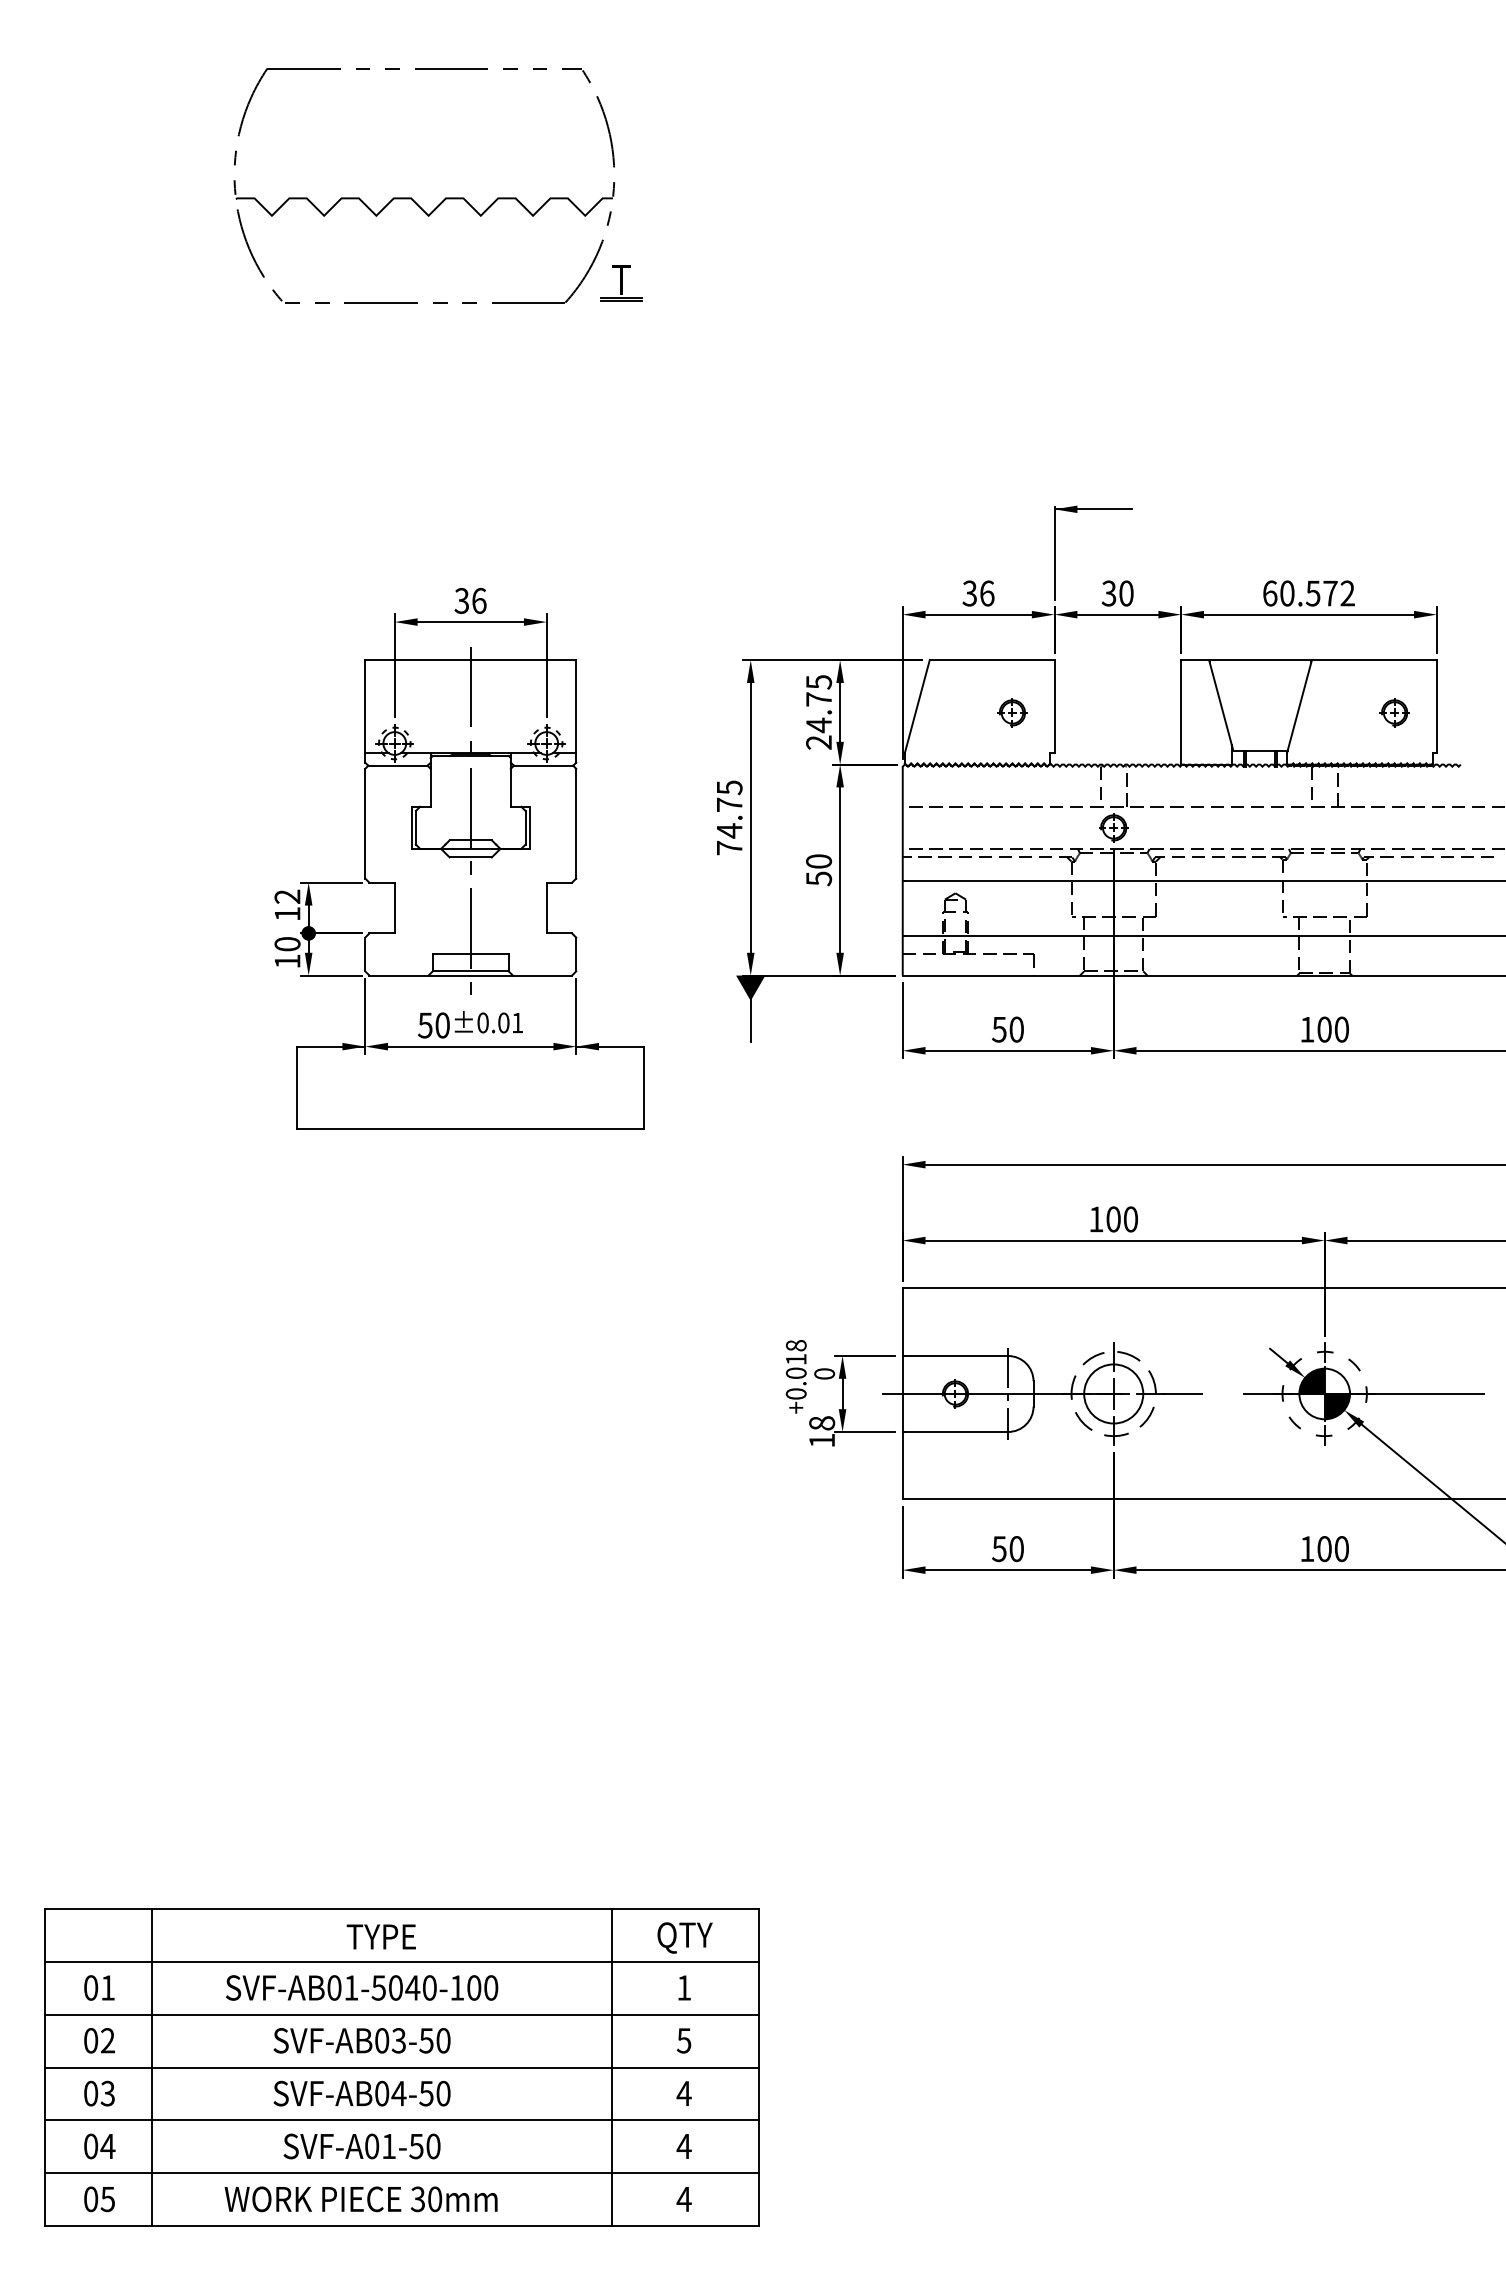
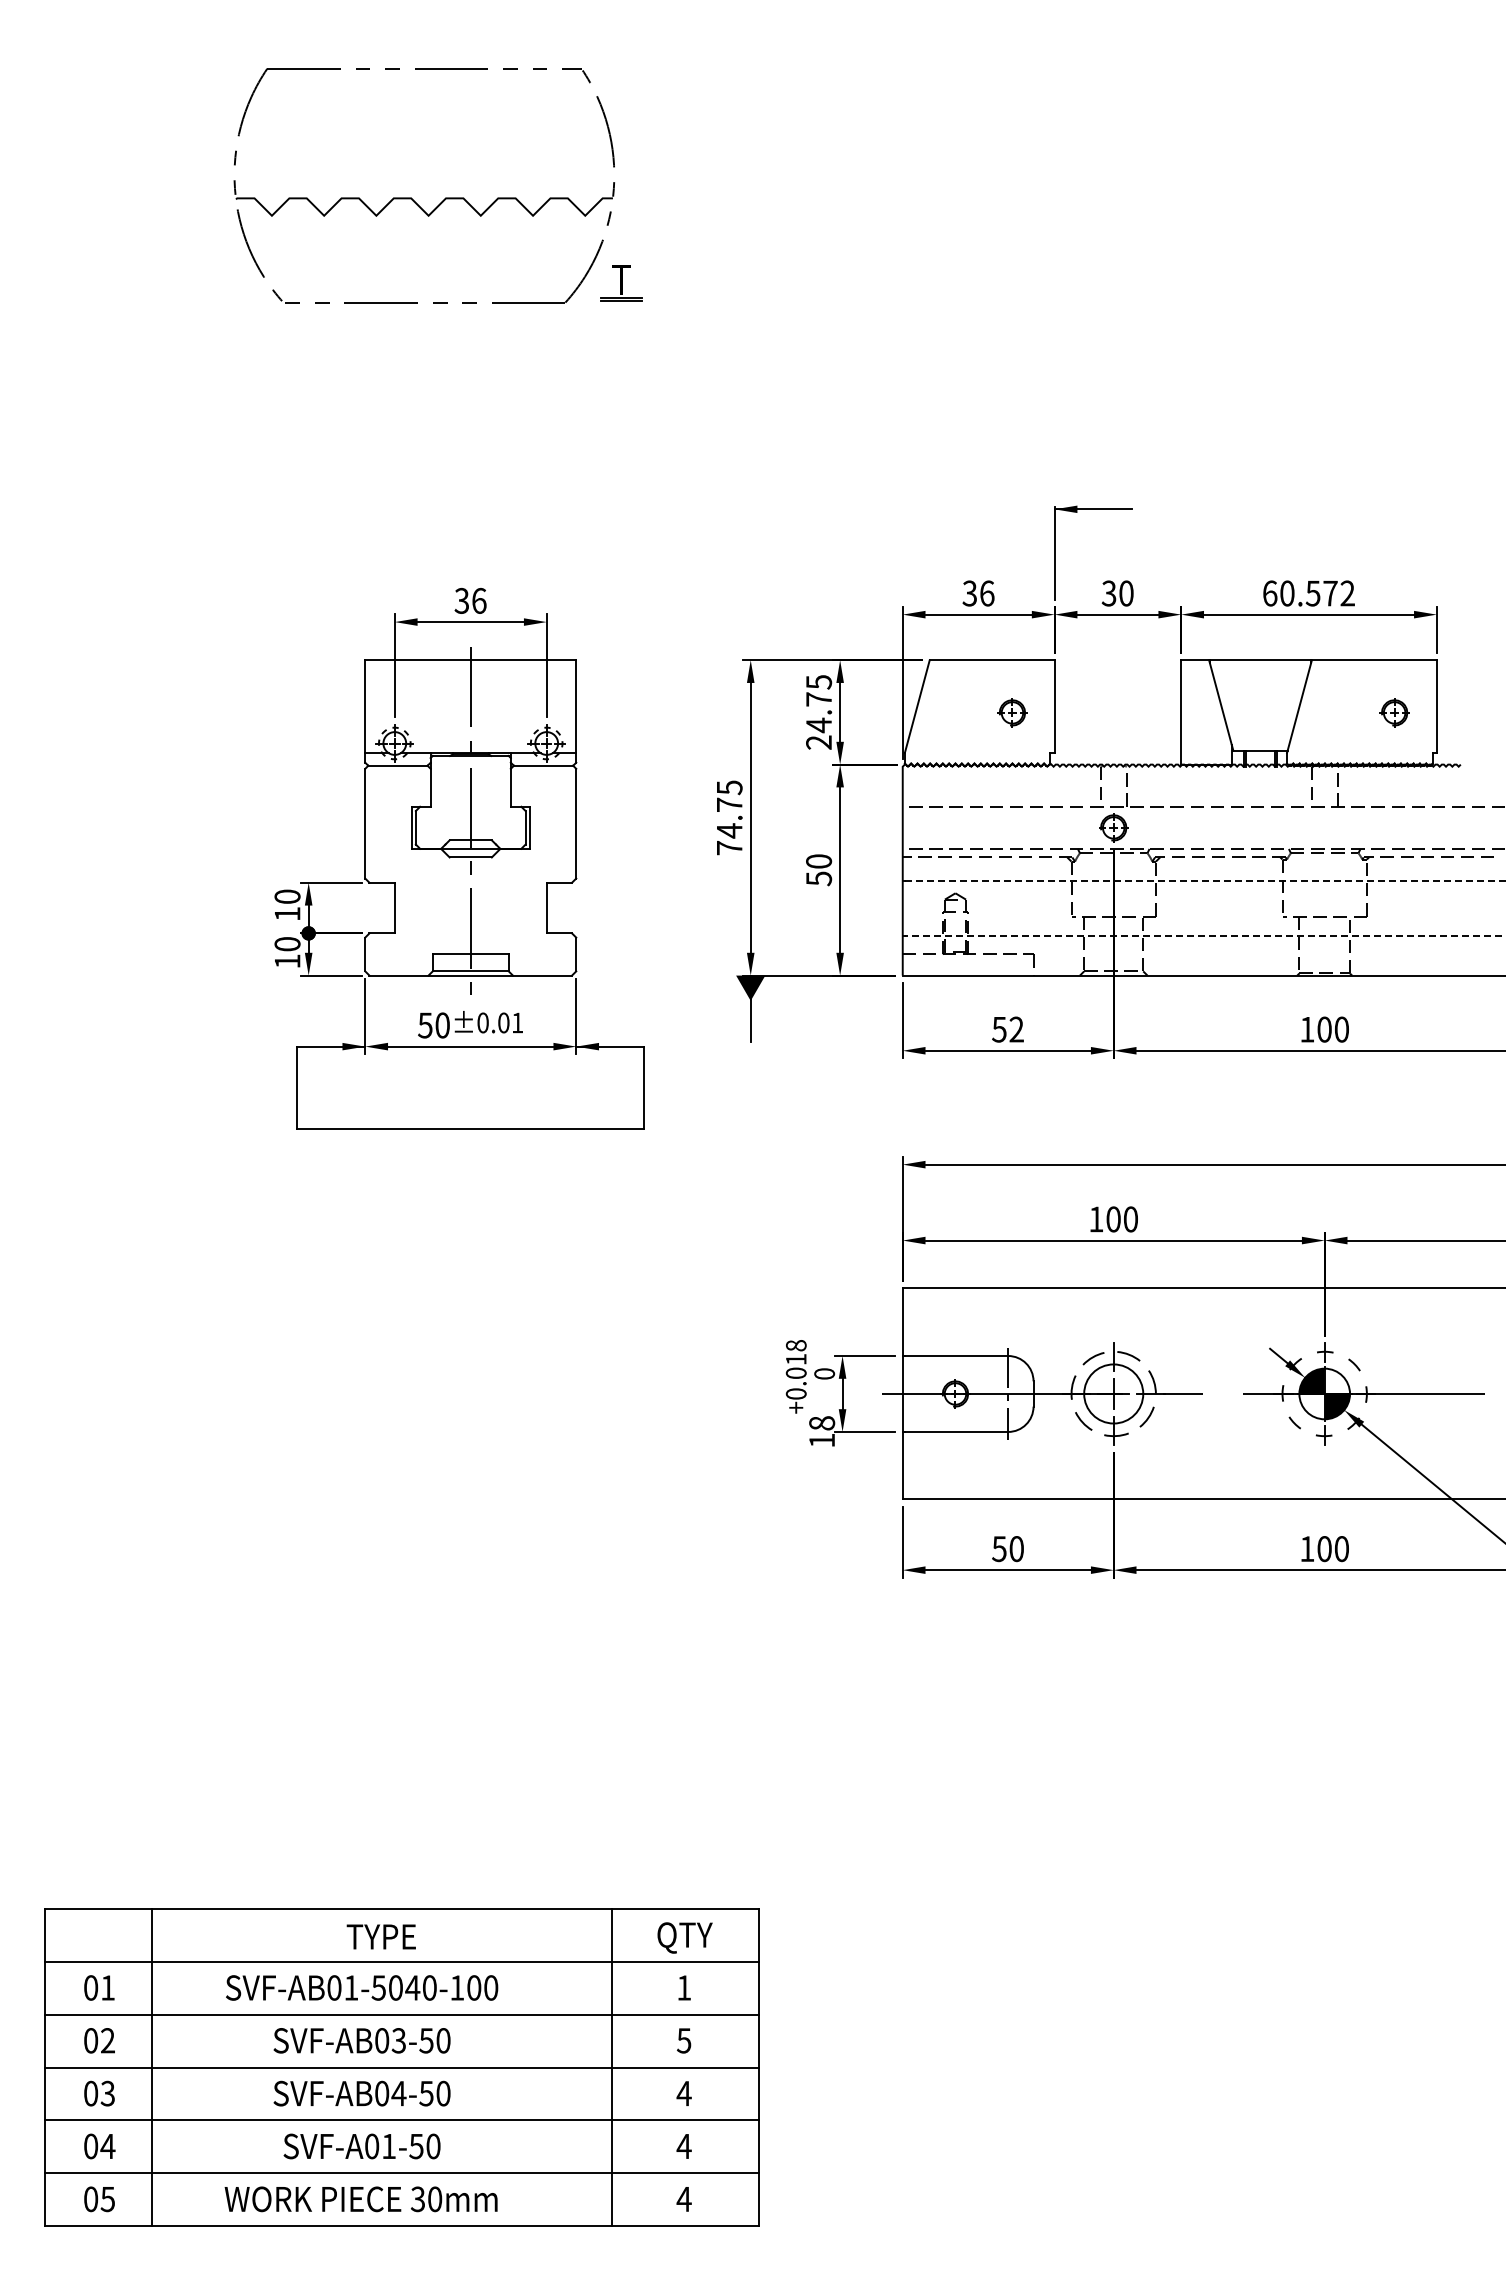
line at (1205, 880): solid -> dashed
text at (287, 896): 12 -> 10
line at (1204, 935): solid -> dashed
text at (1016, 1029): 50 -> 52
